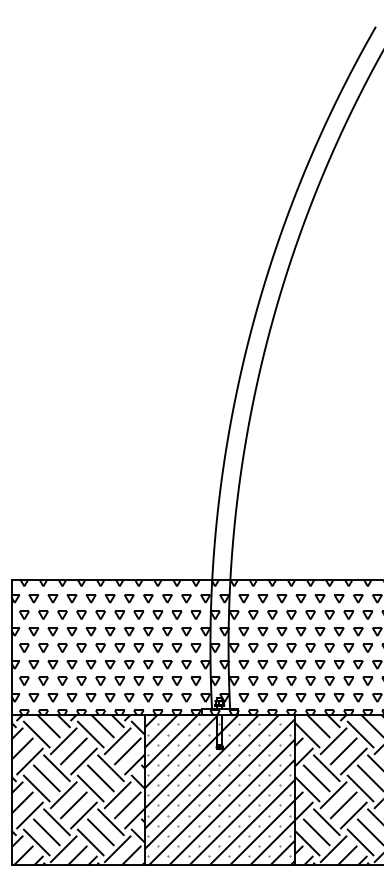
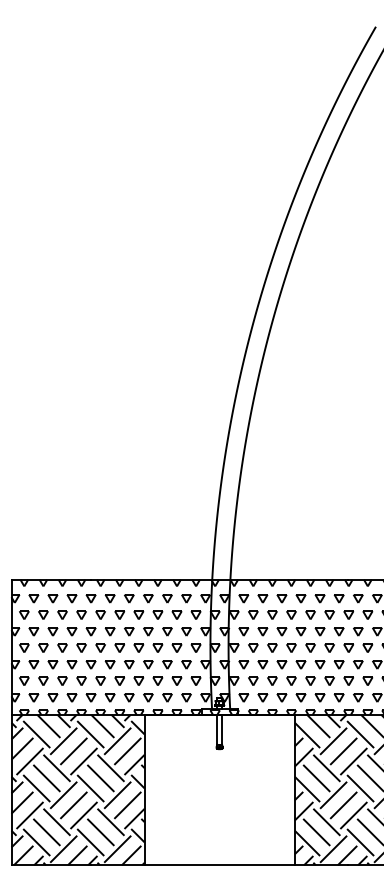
hatch at (219, 789): present -> none
